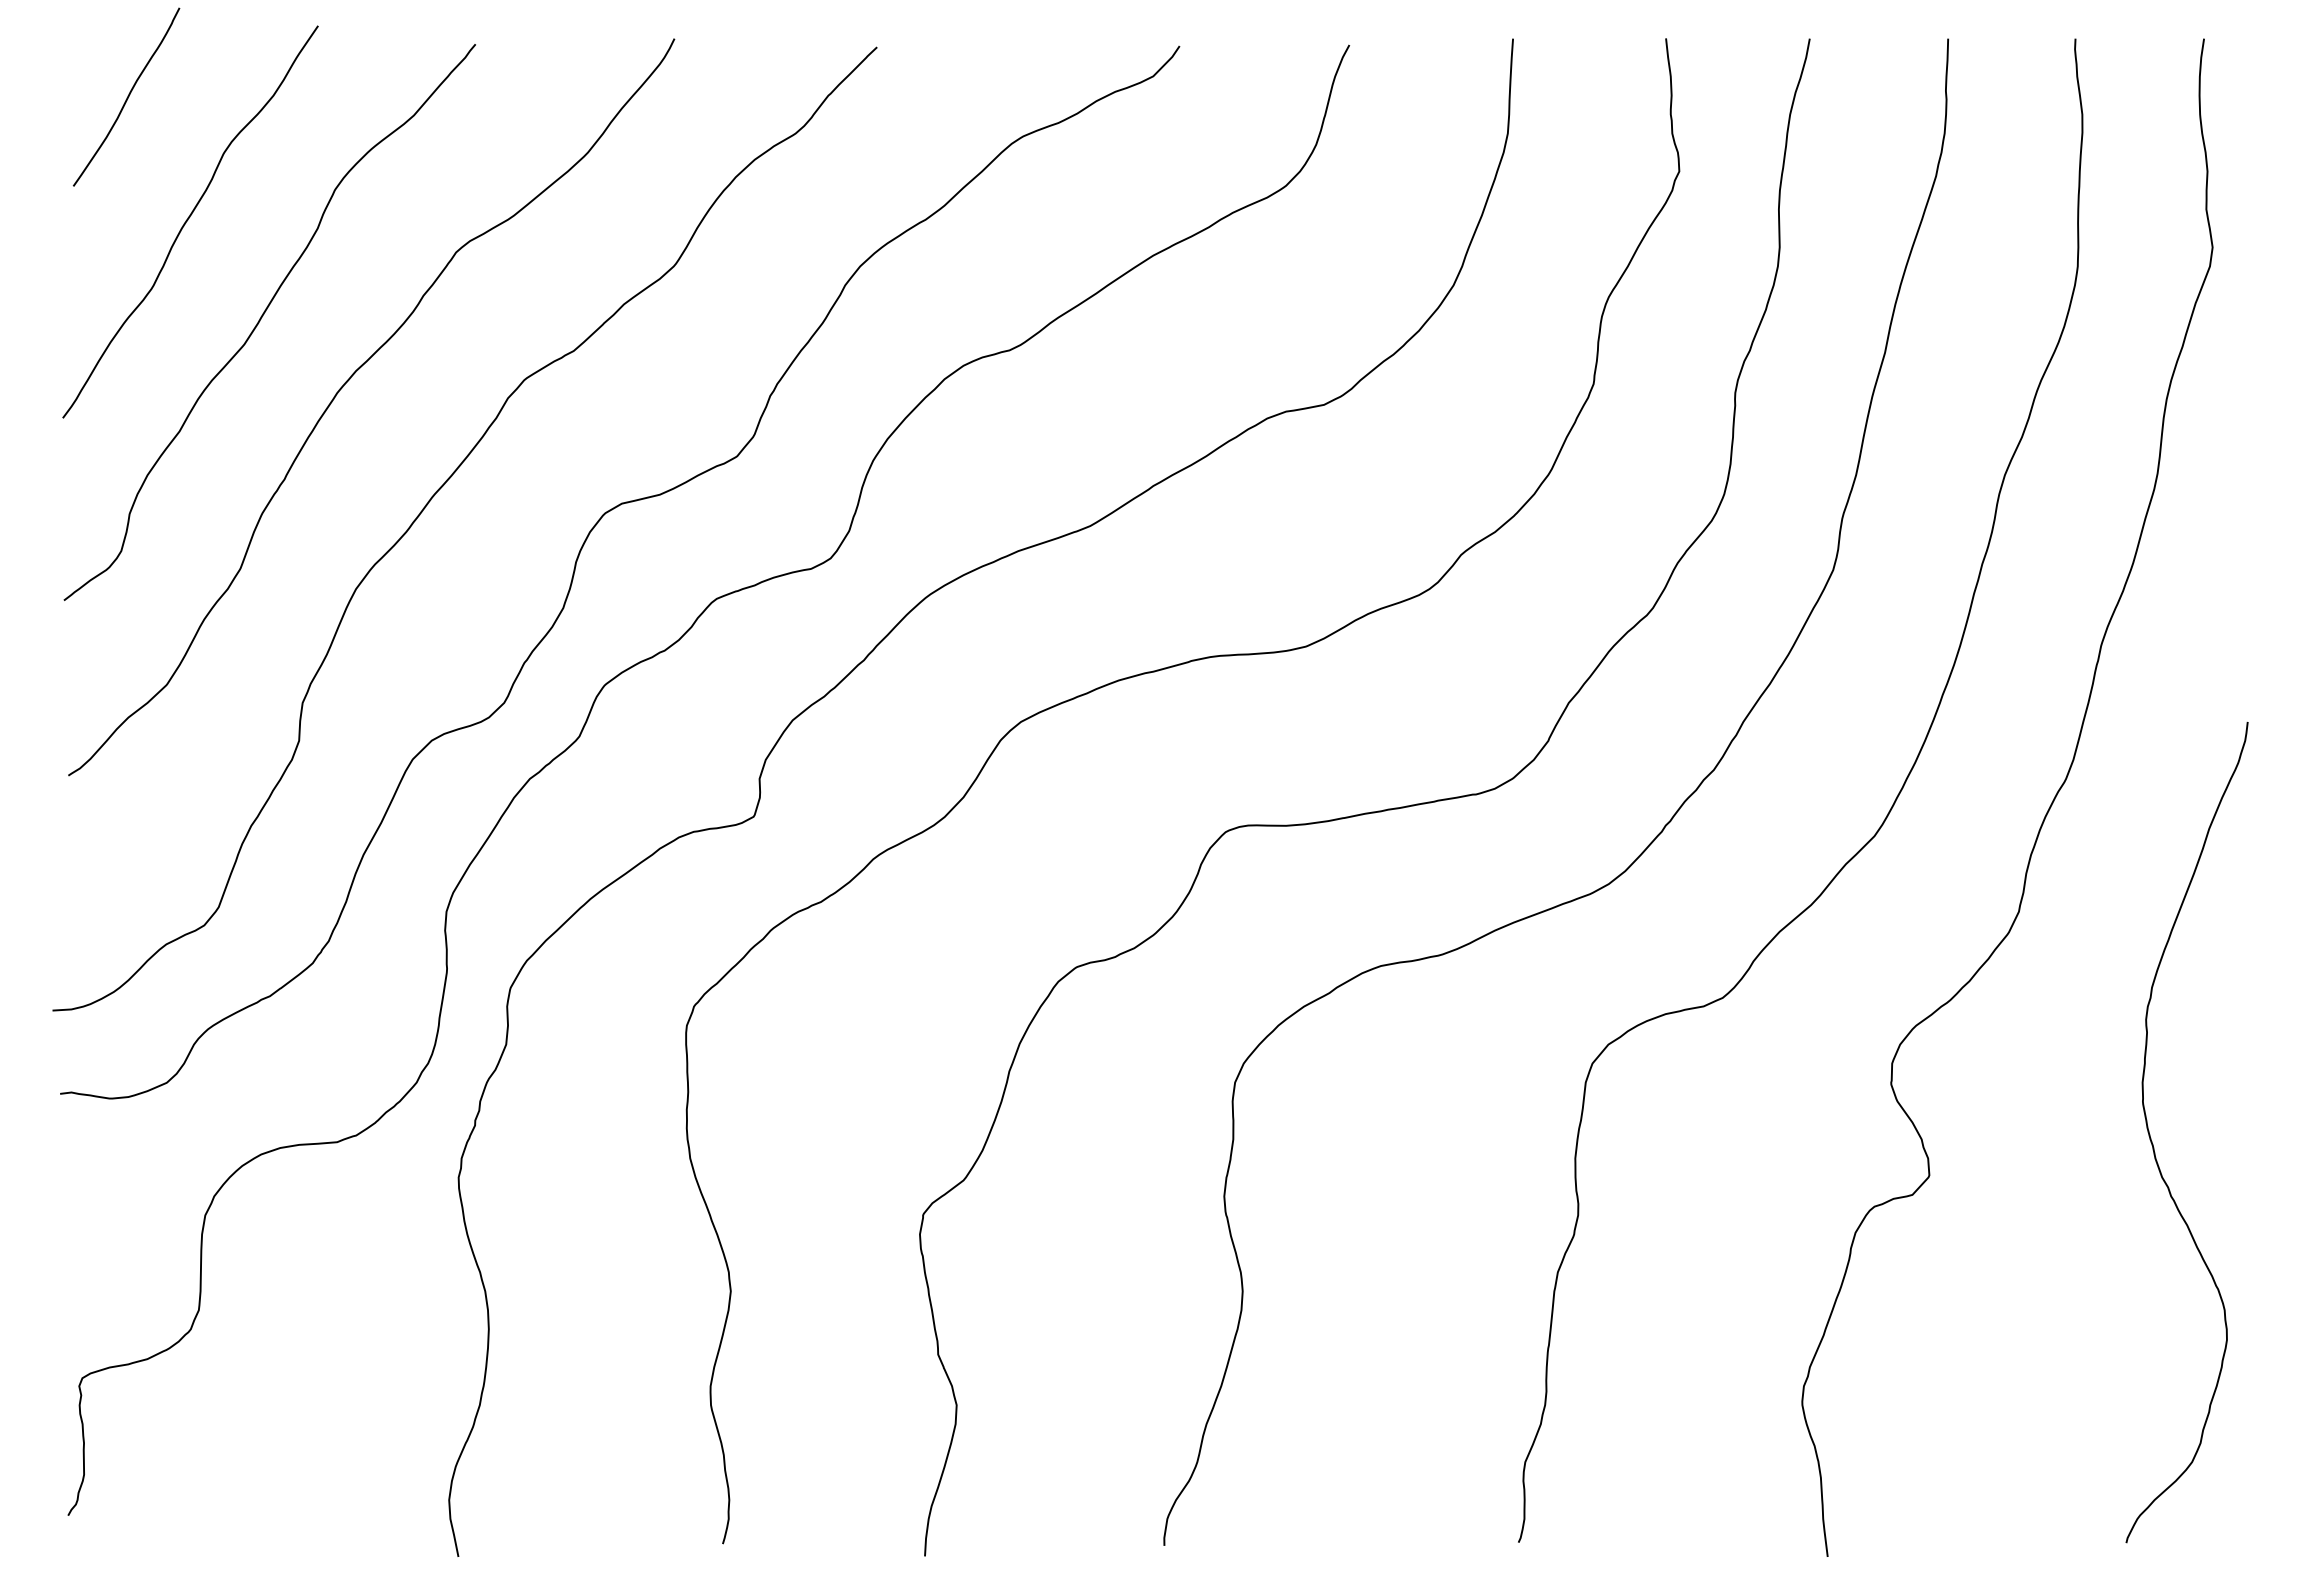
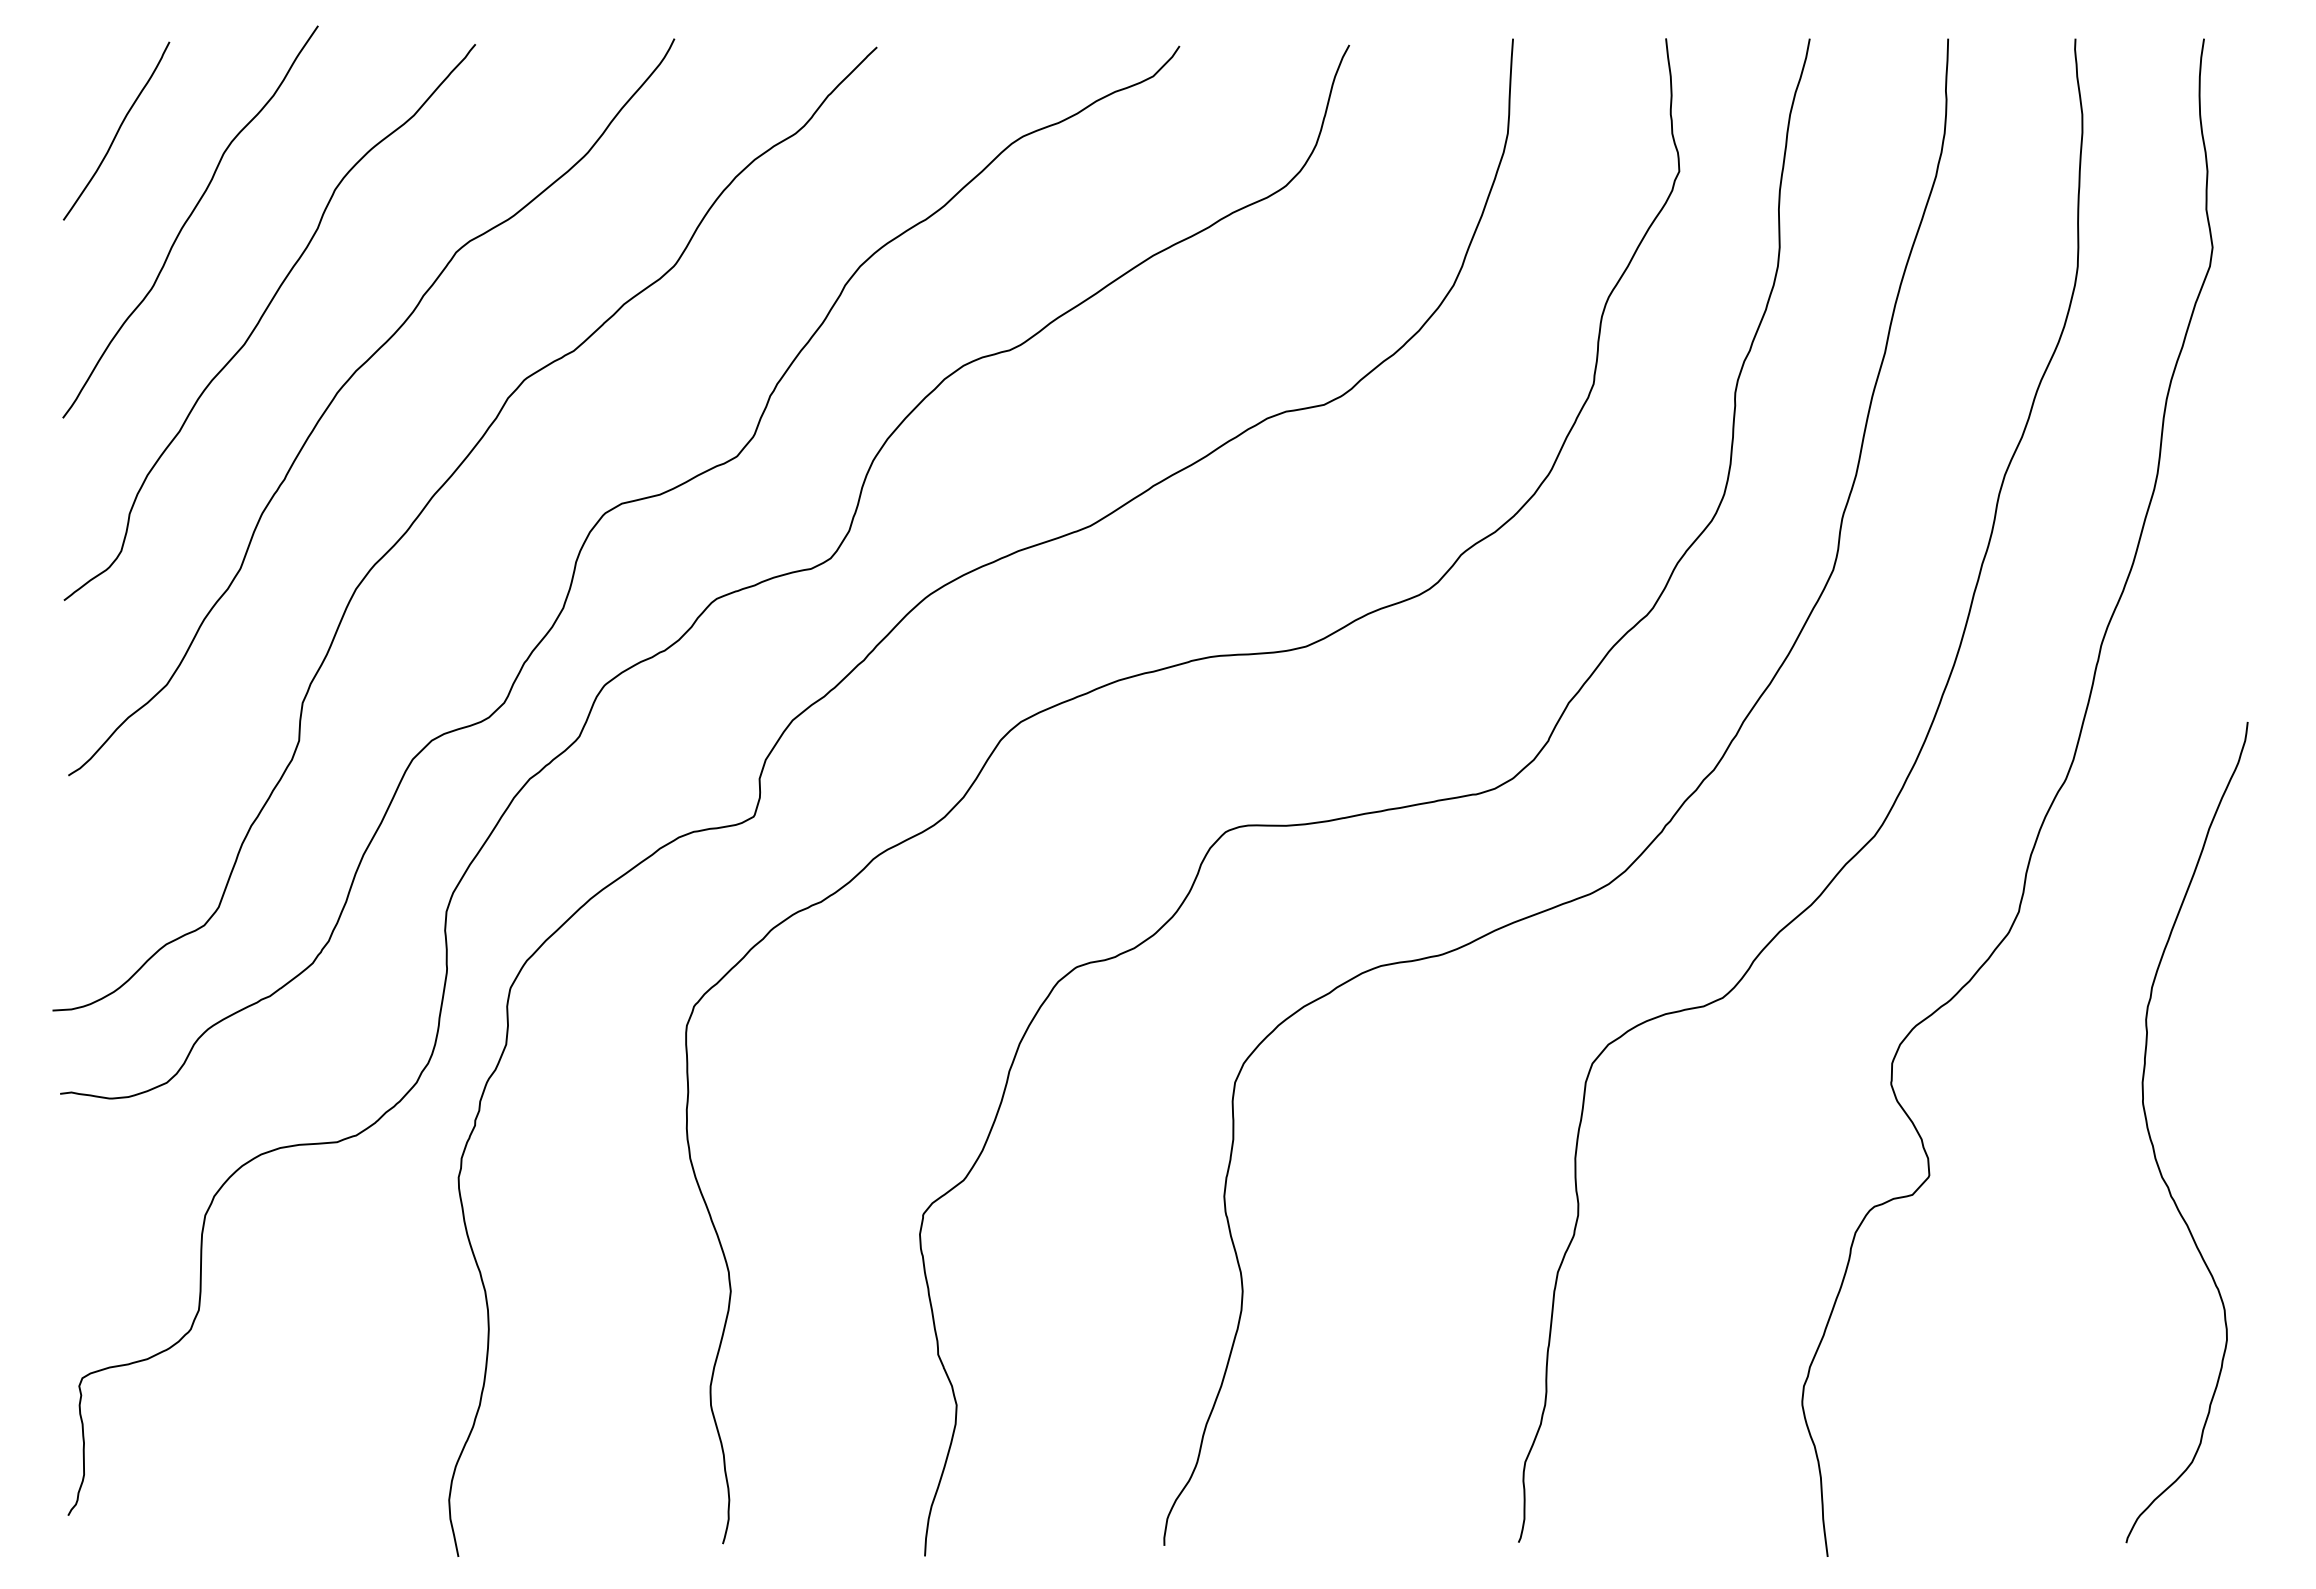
curve at (127, 96) position: (127, 96) -> (117, 130)
